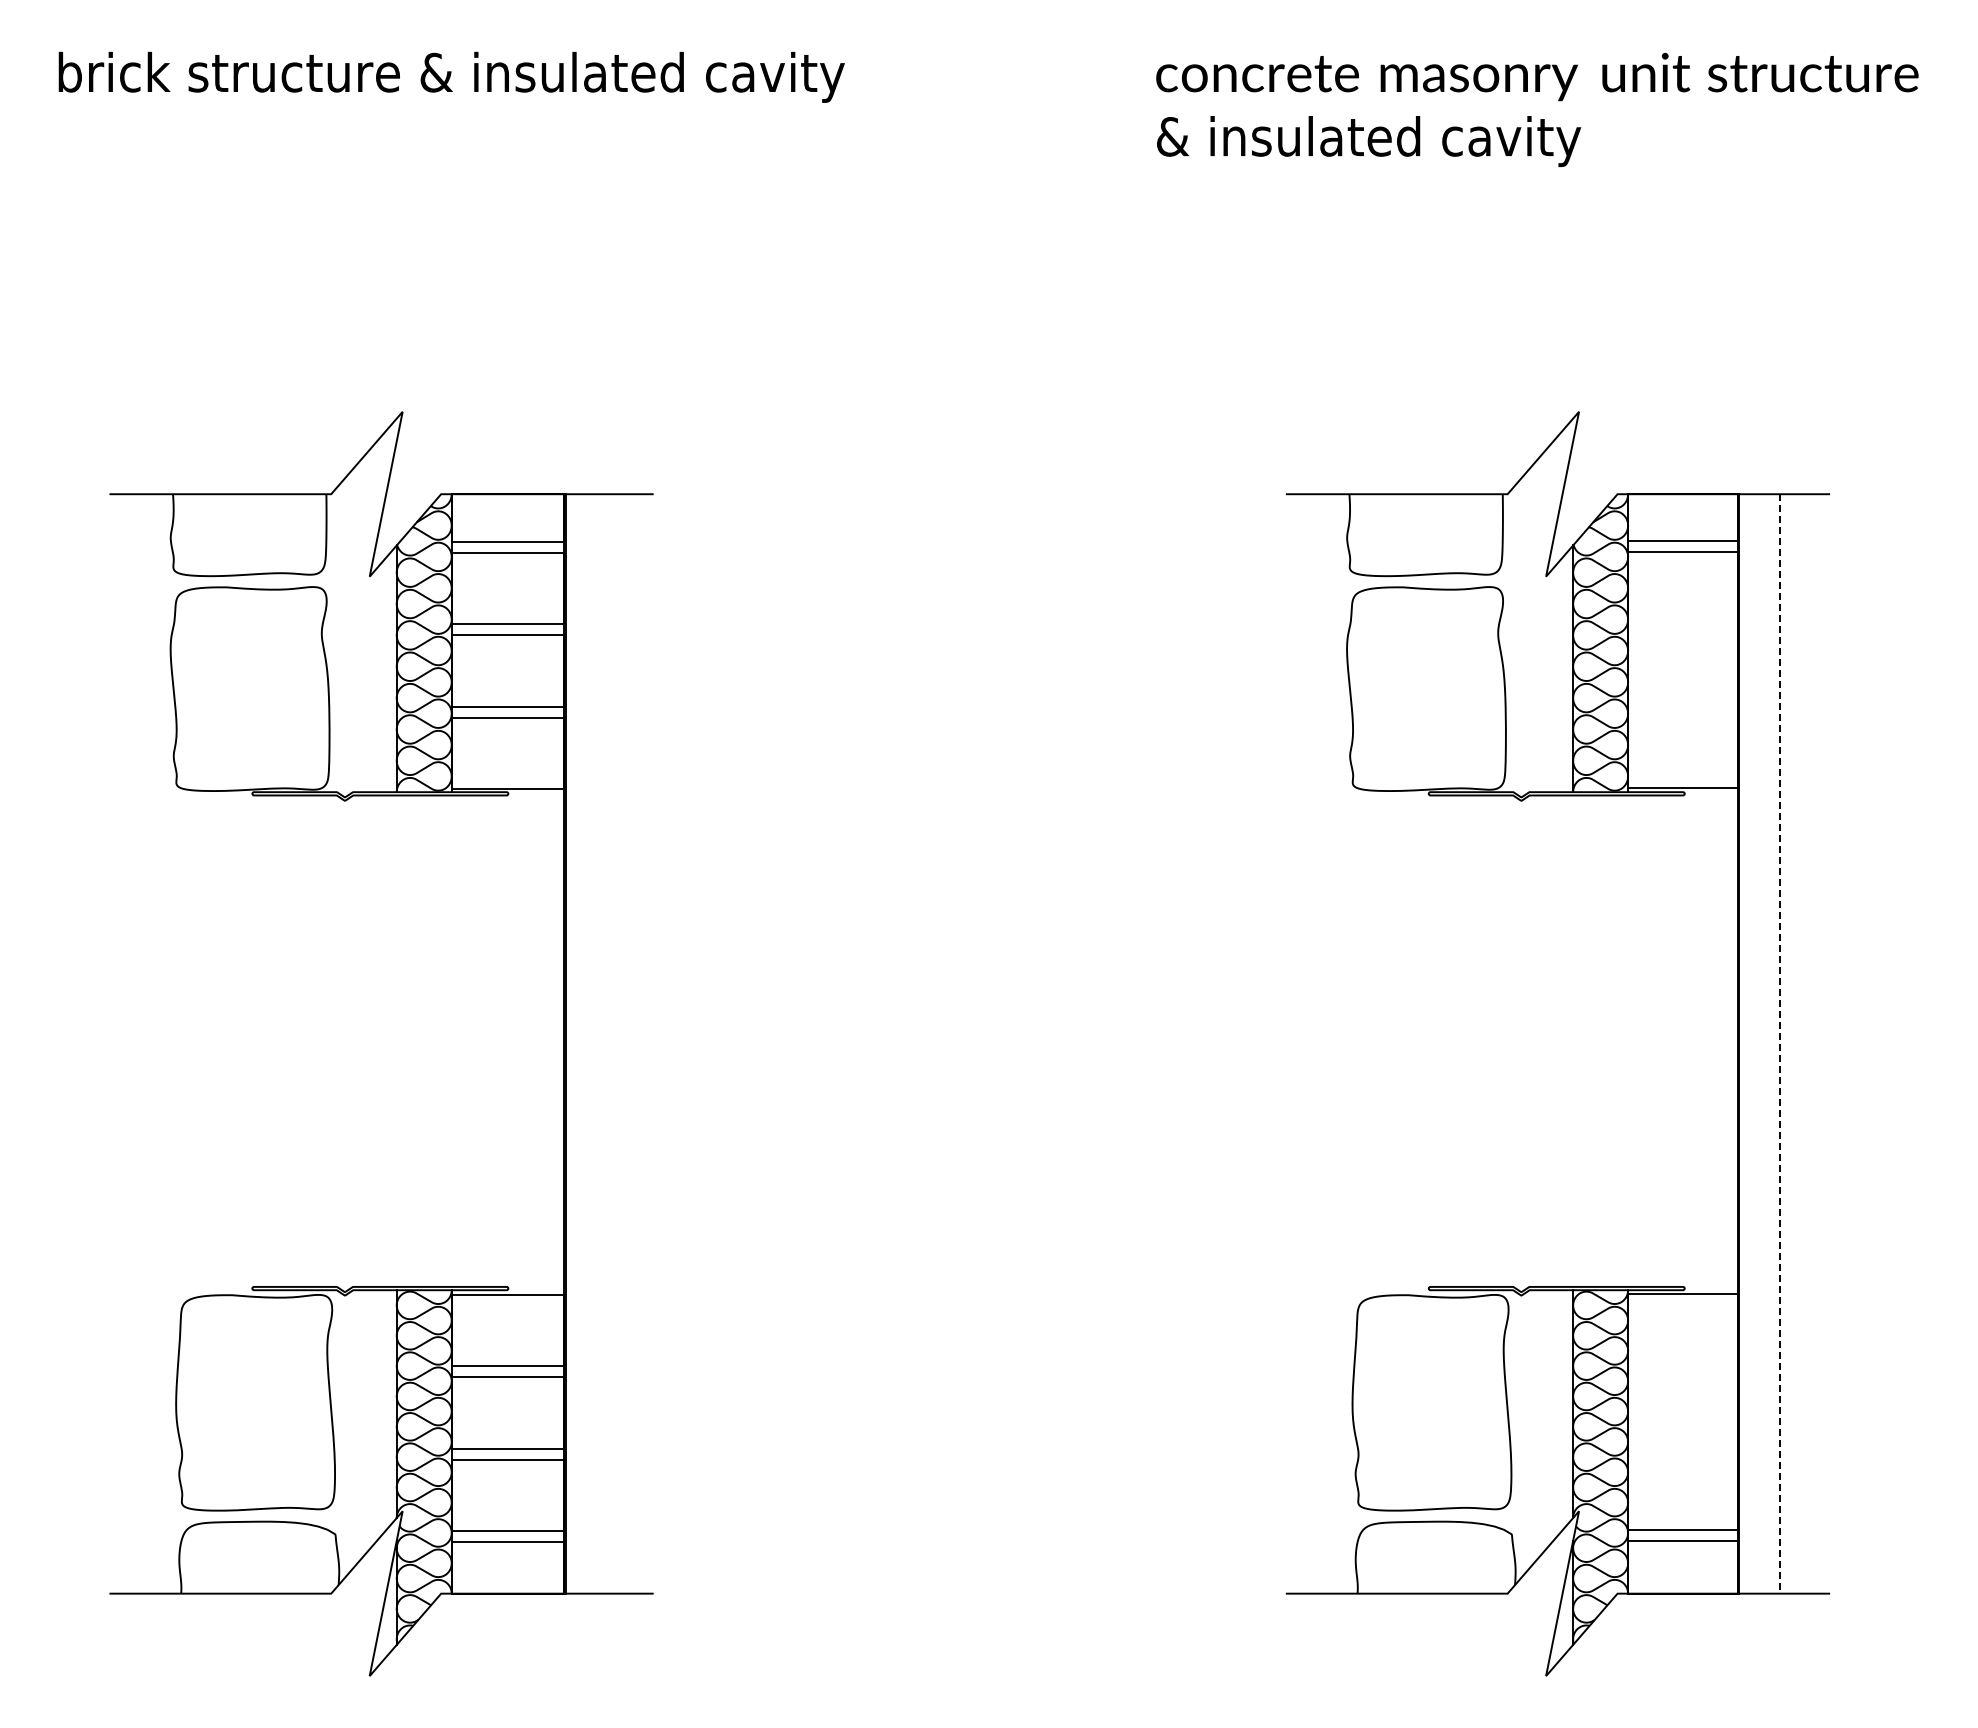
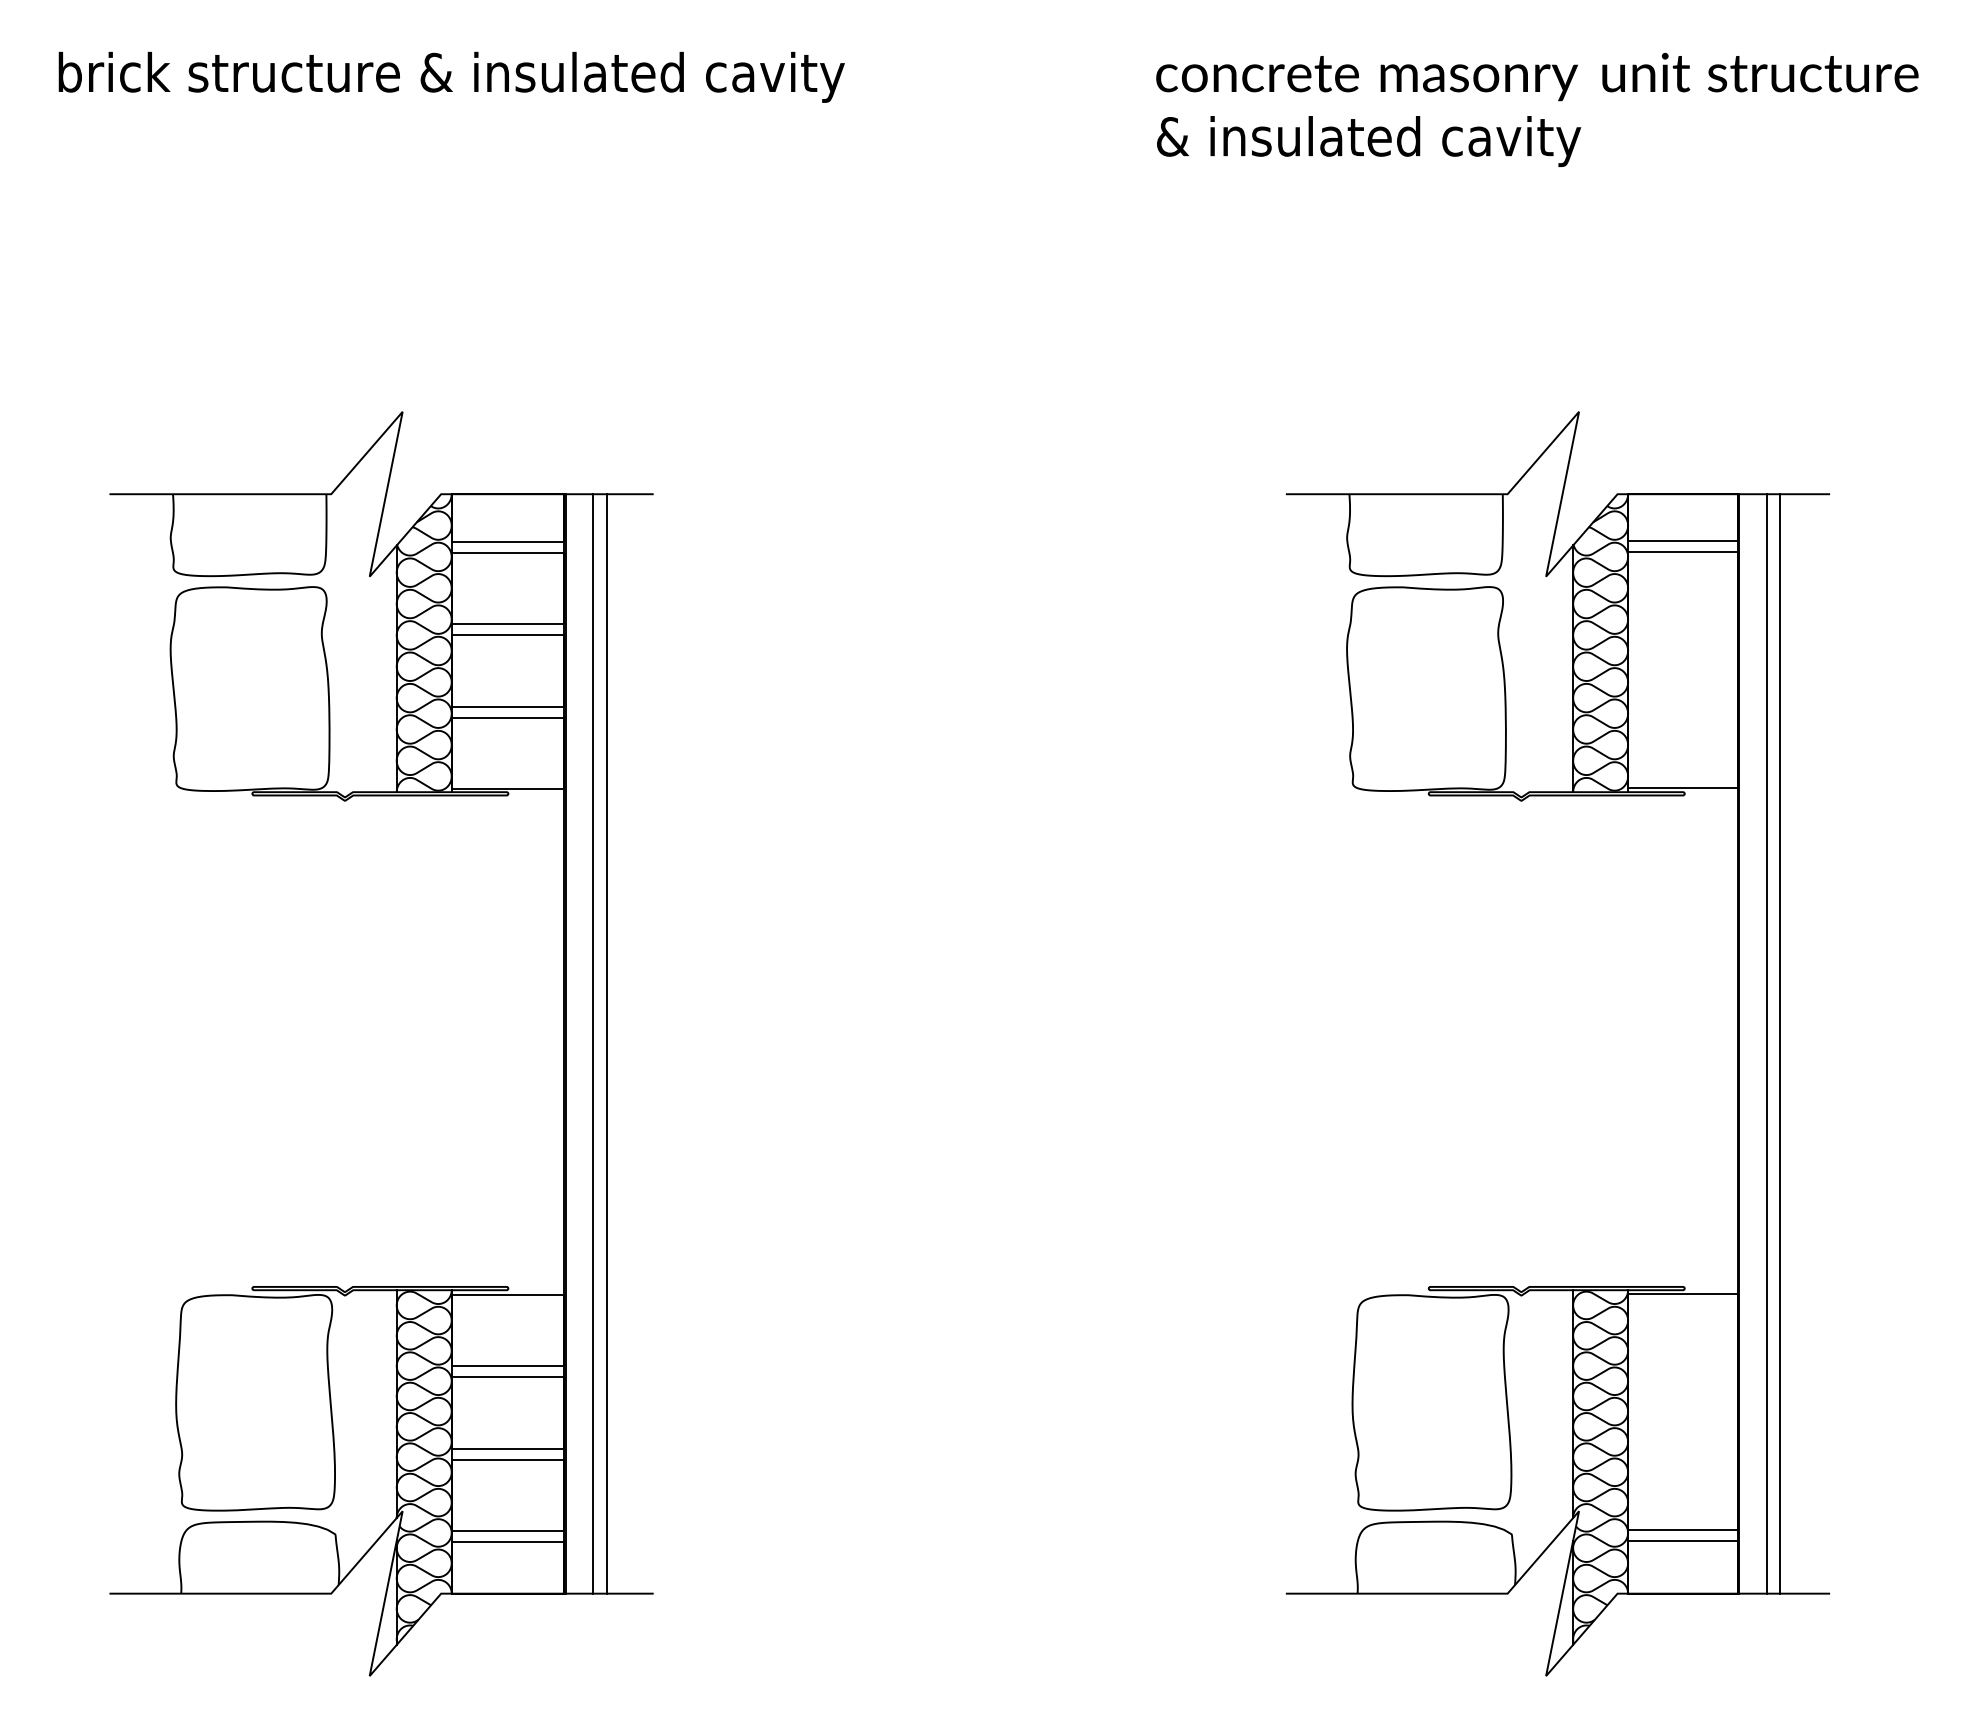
line at (593, 1043): none -> present
line at (606, 1043): none -> present
line at (1766, 1043): none -> present
line at (1780, 1043): dashed -> solid
